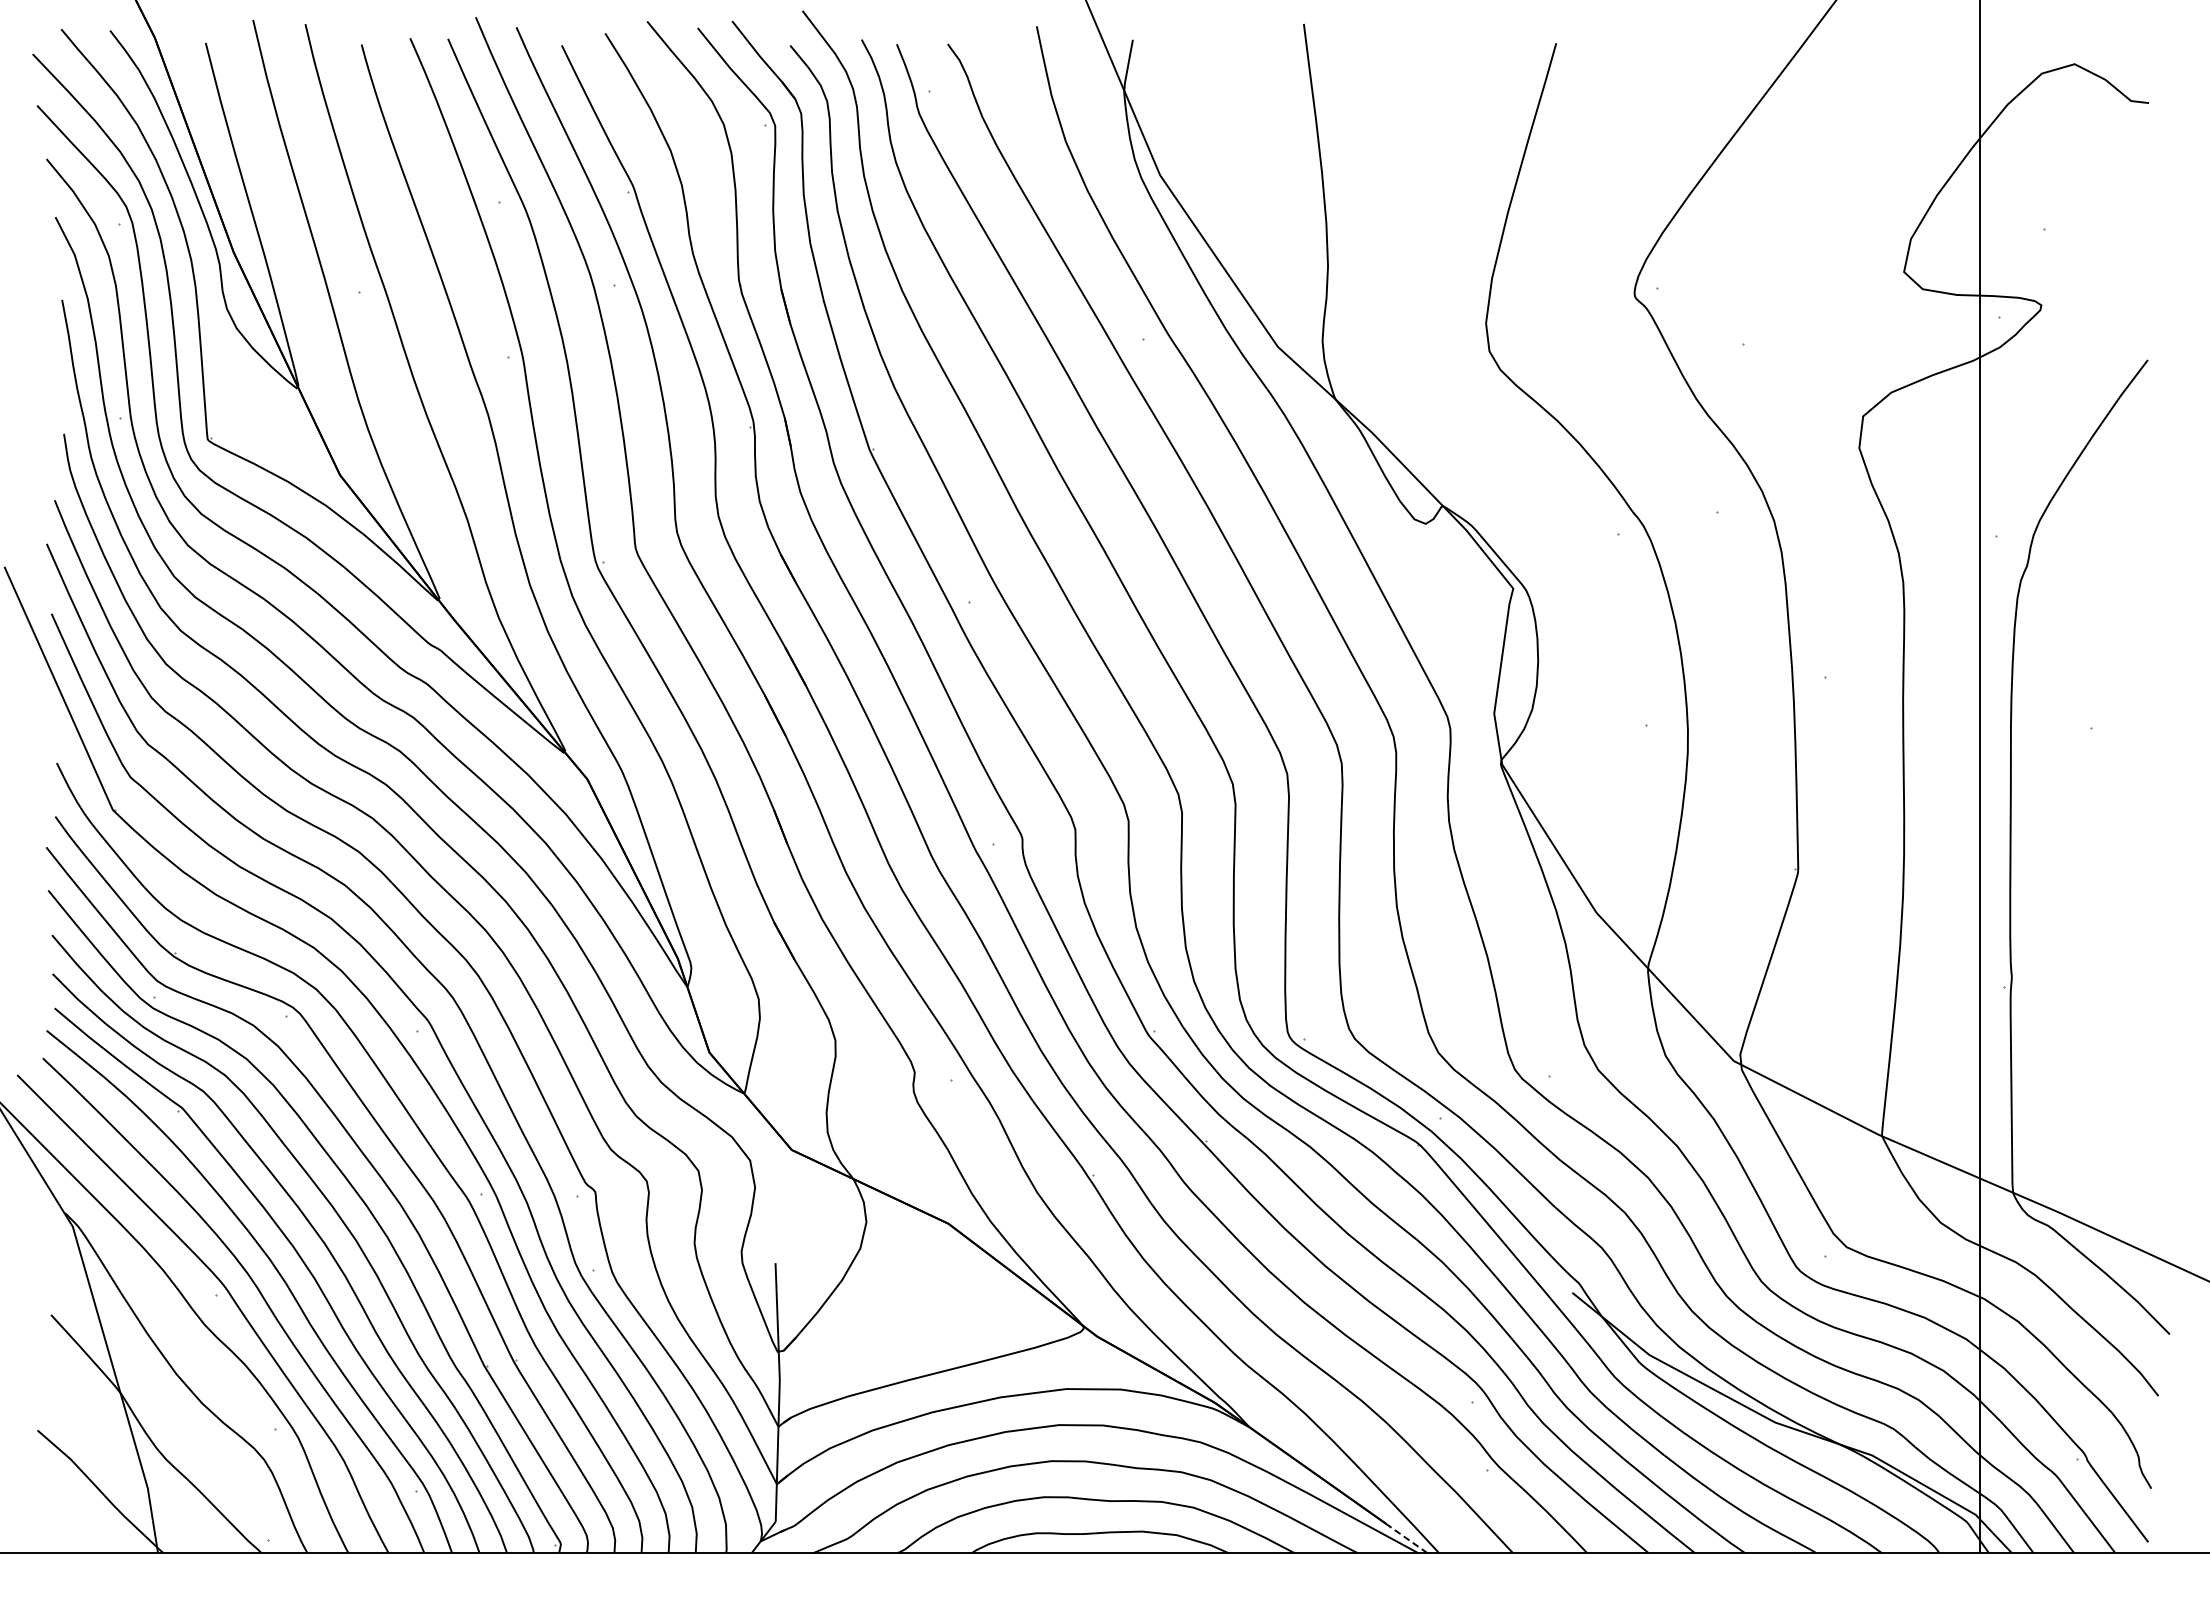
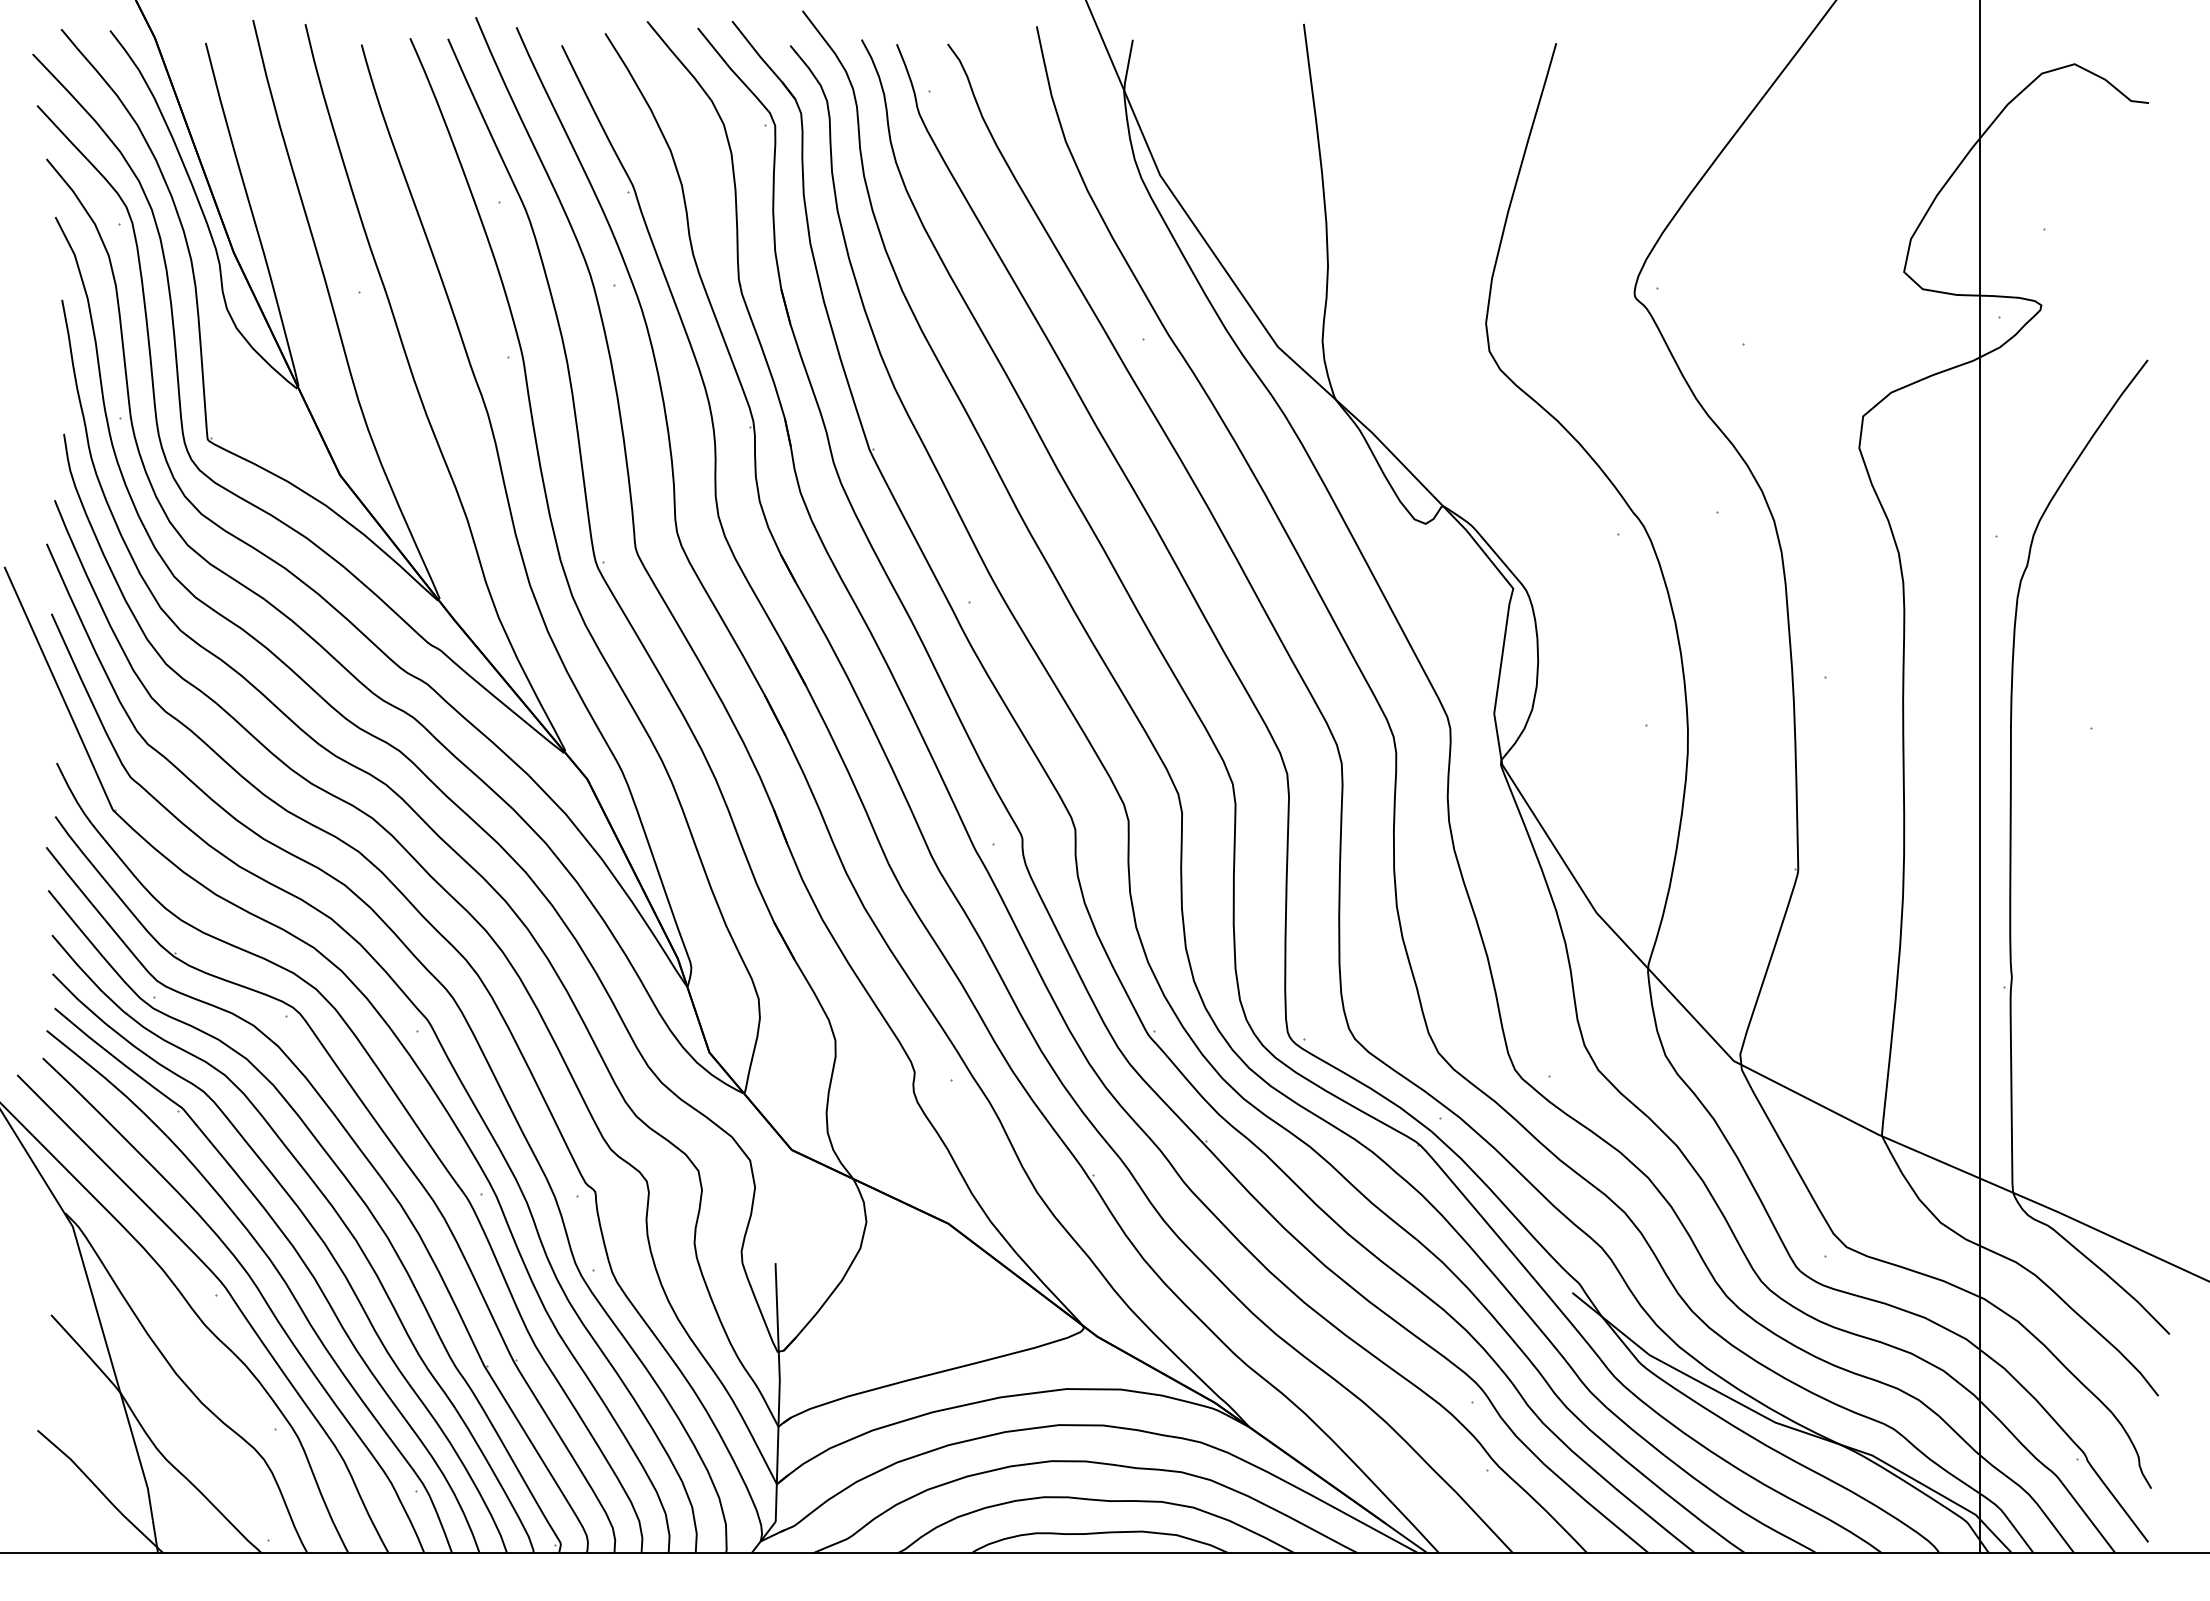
line at (1406, 1538): dashed -> solid
